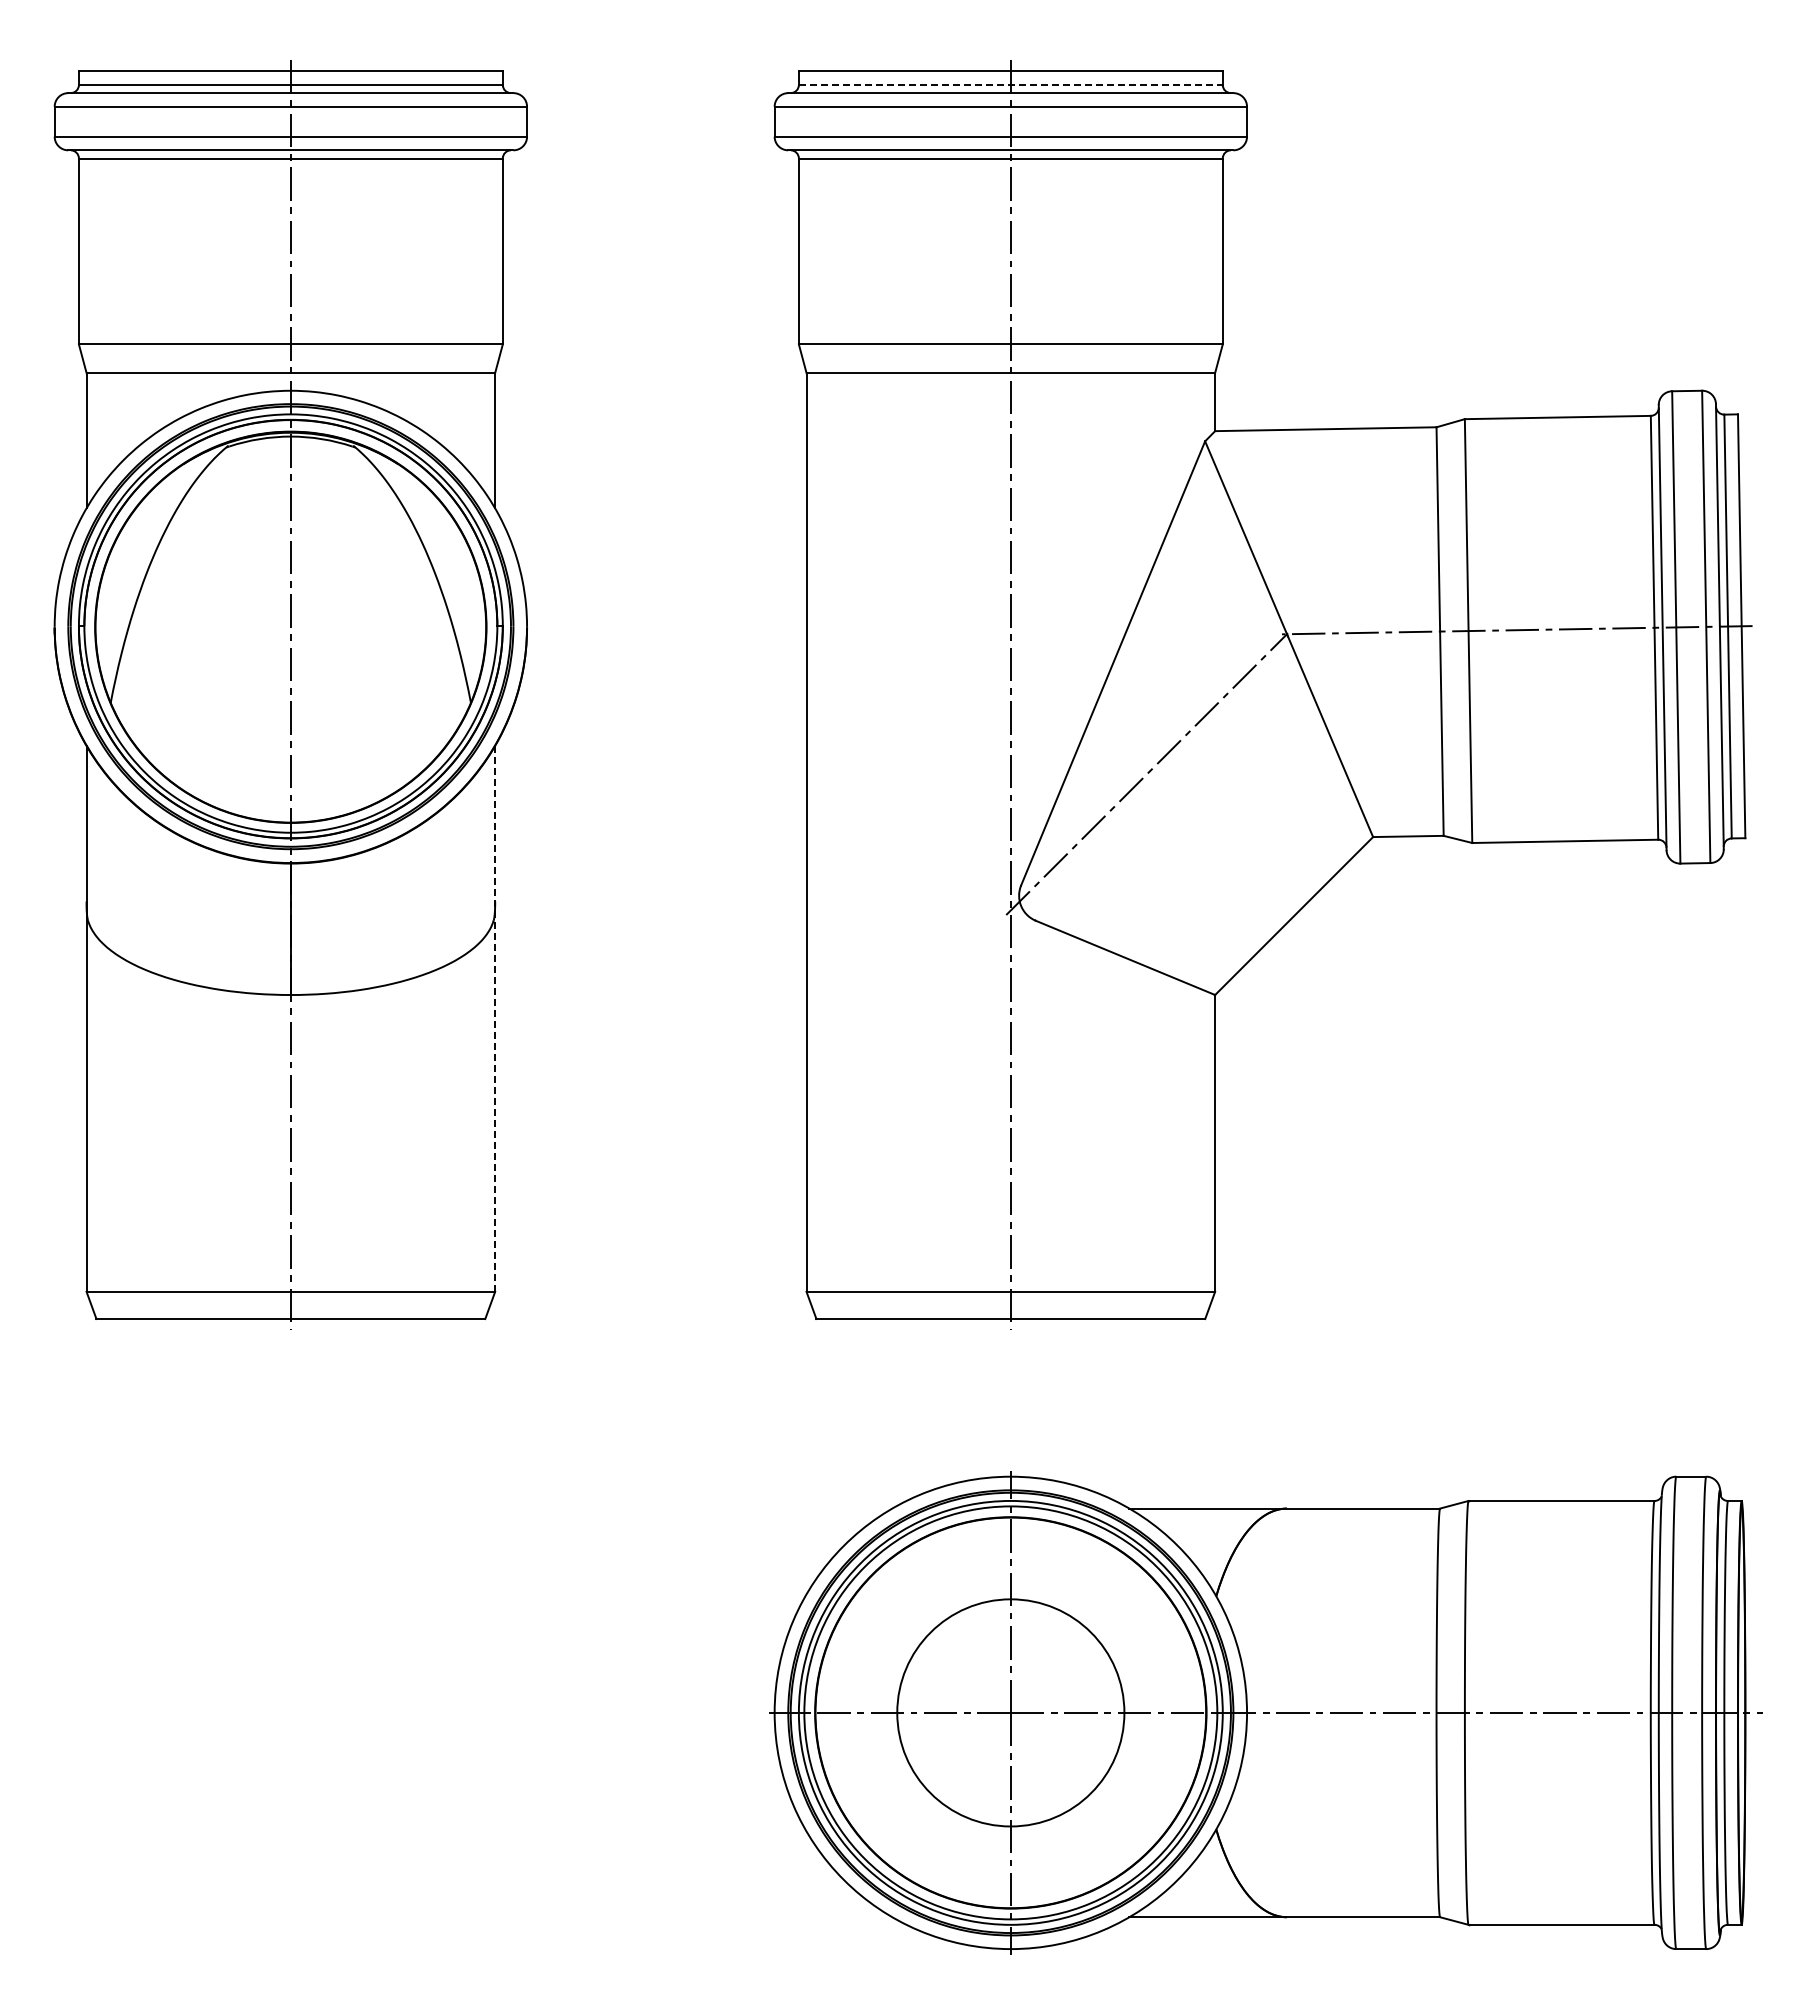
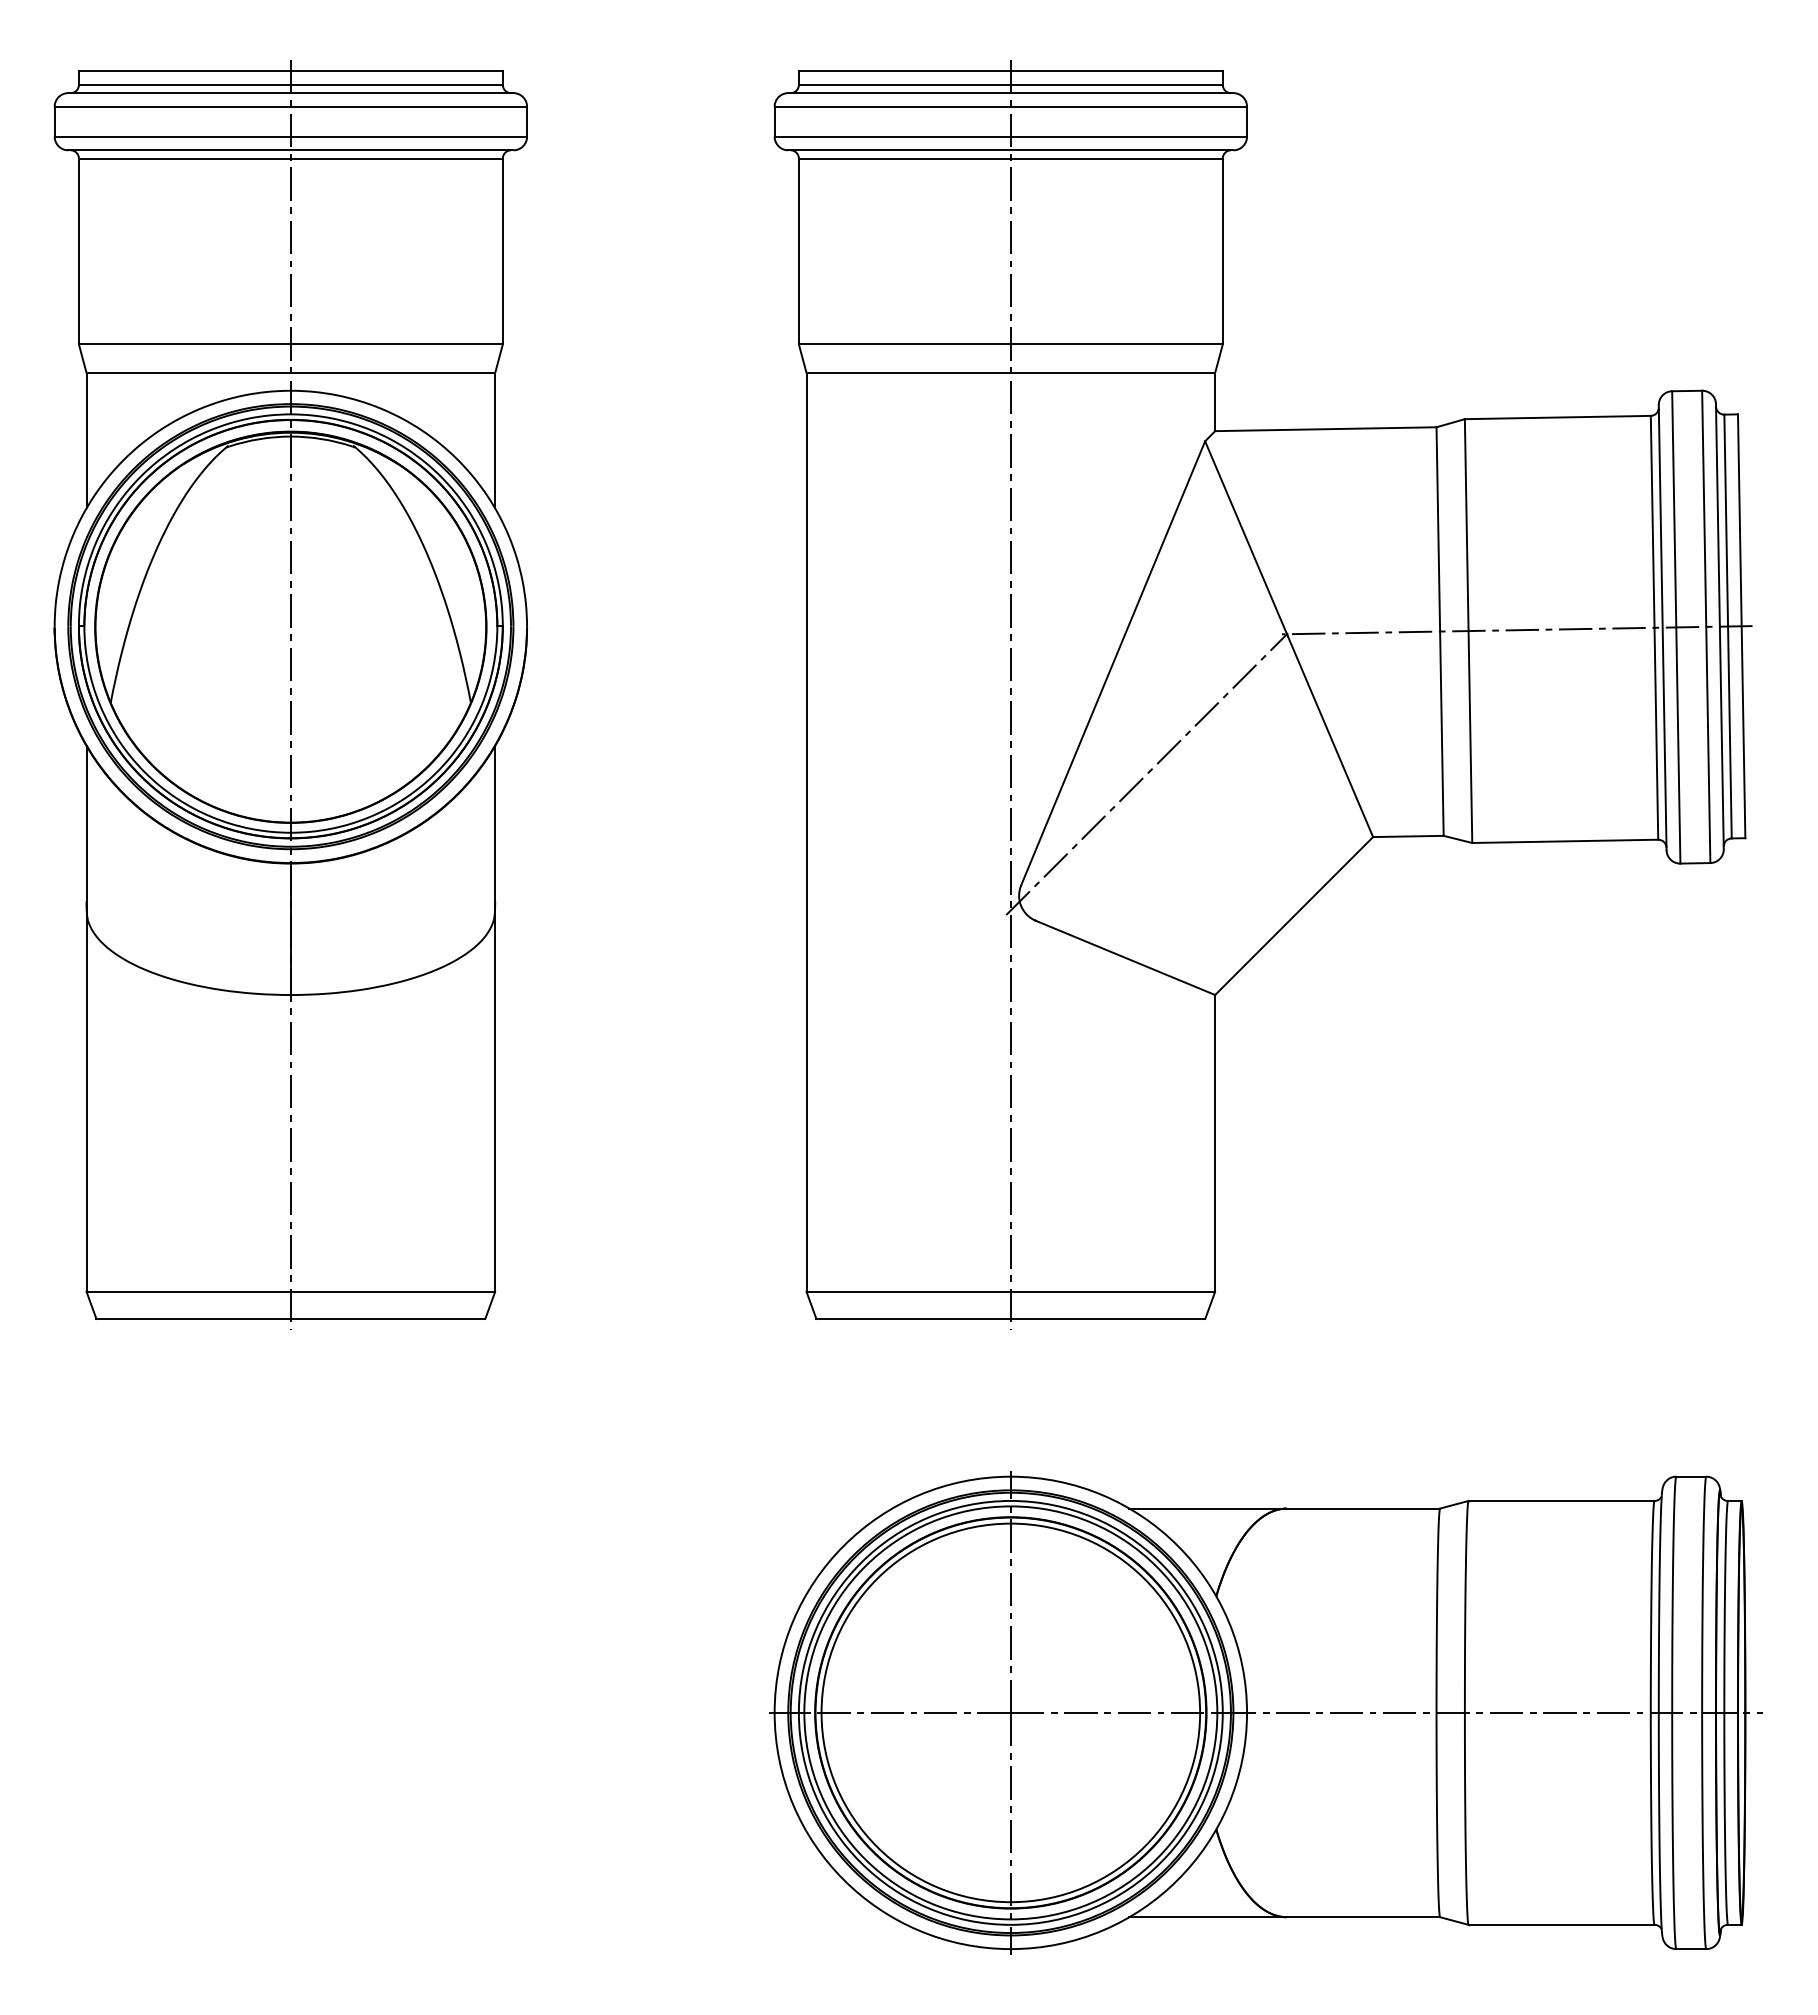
line at (1010, 84): dashed -> solid
line at (495, 1018): dashed -> solid
circle at (1010, 1712) diameter: 227 px -> 379 px
